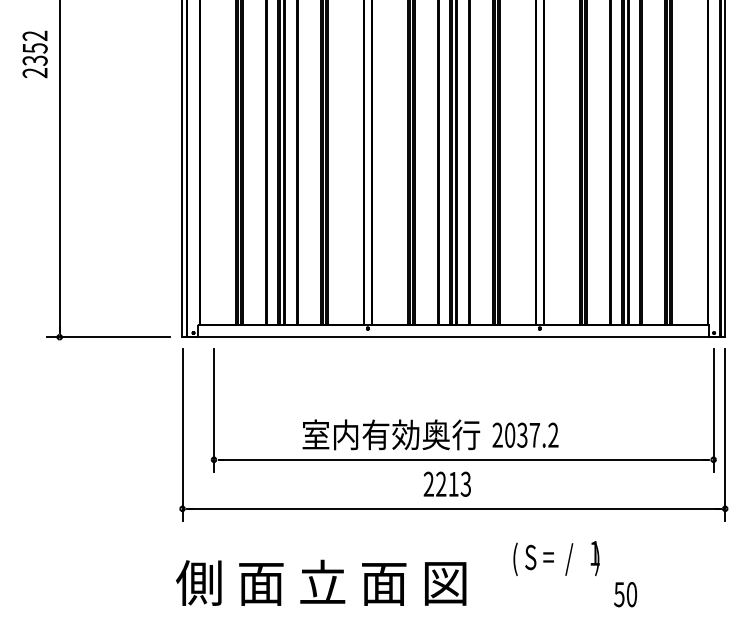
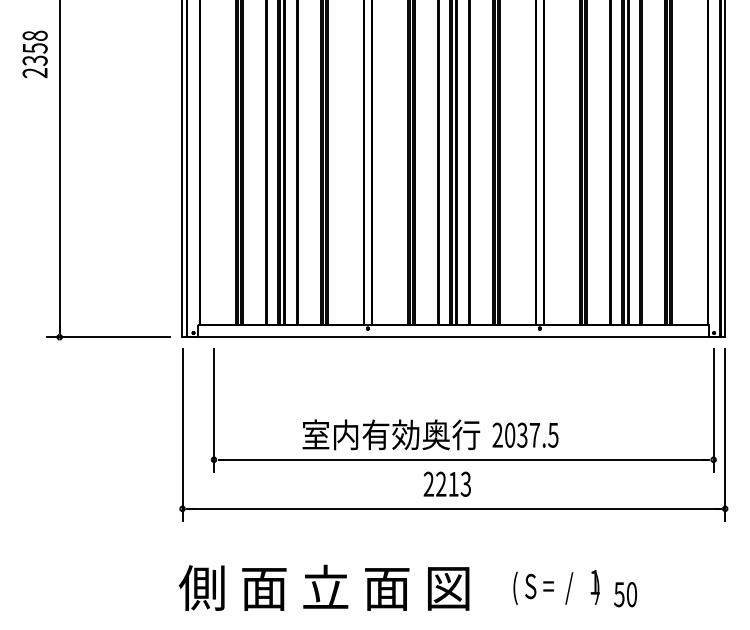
text at (34, 35): 2352 -> 2358
text at (553, 434): 2037.2 -> 2037.5
text at (556, 558) position: (556, 558) -> (556, 587)
text at (321, 582) position: (321, 582) -> (324, 587)
